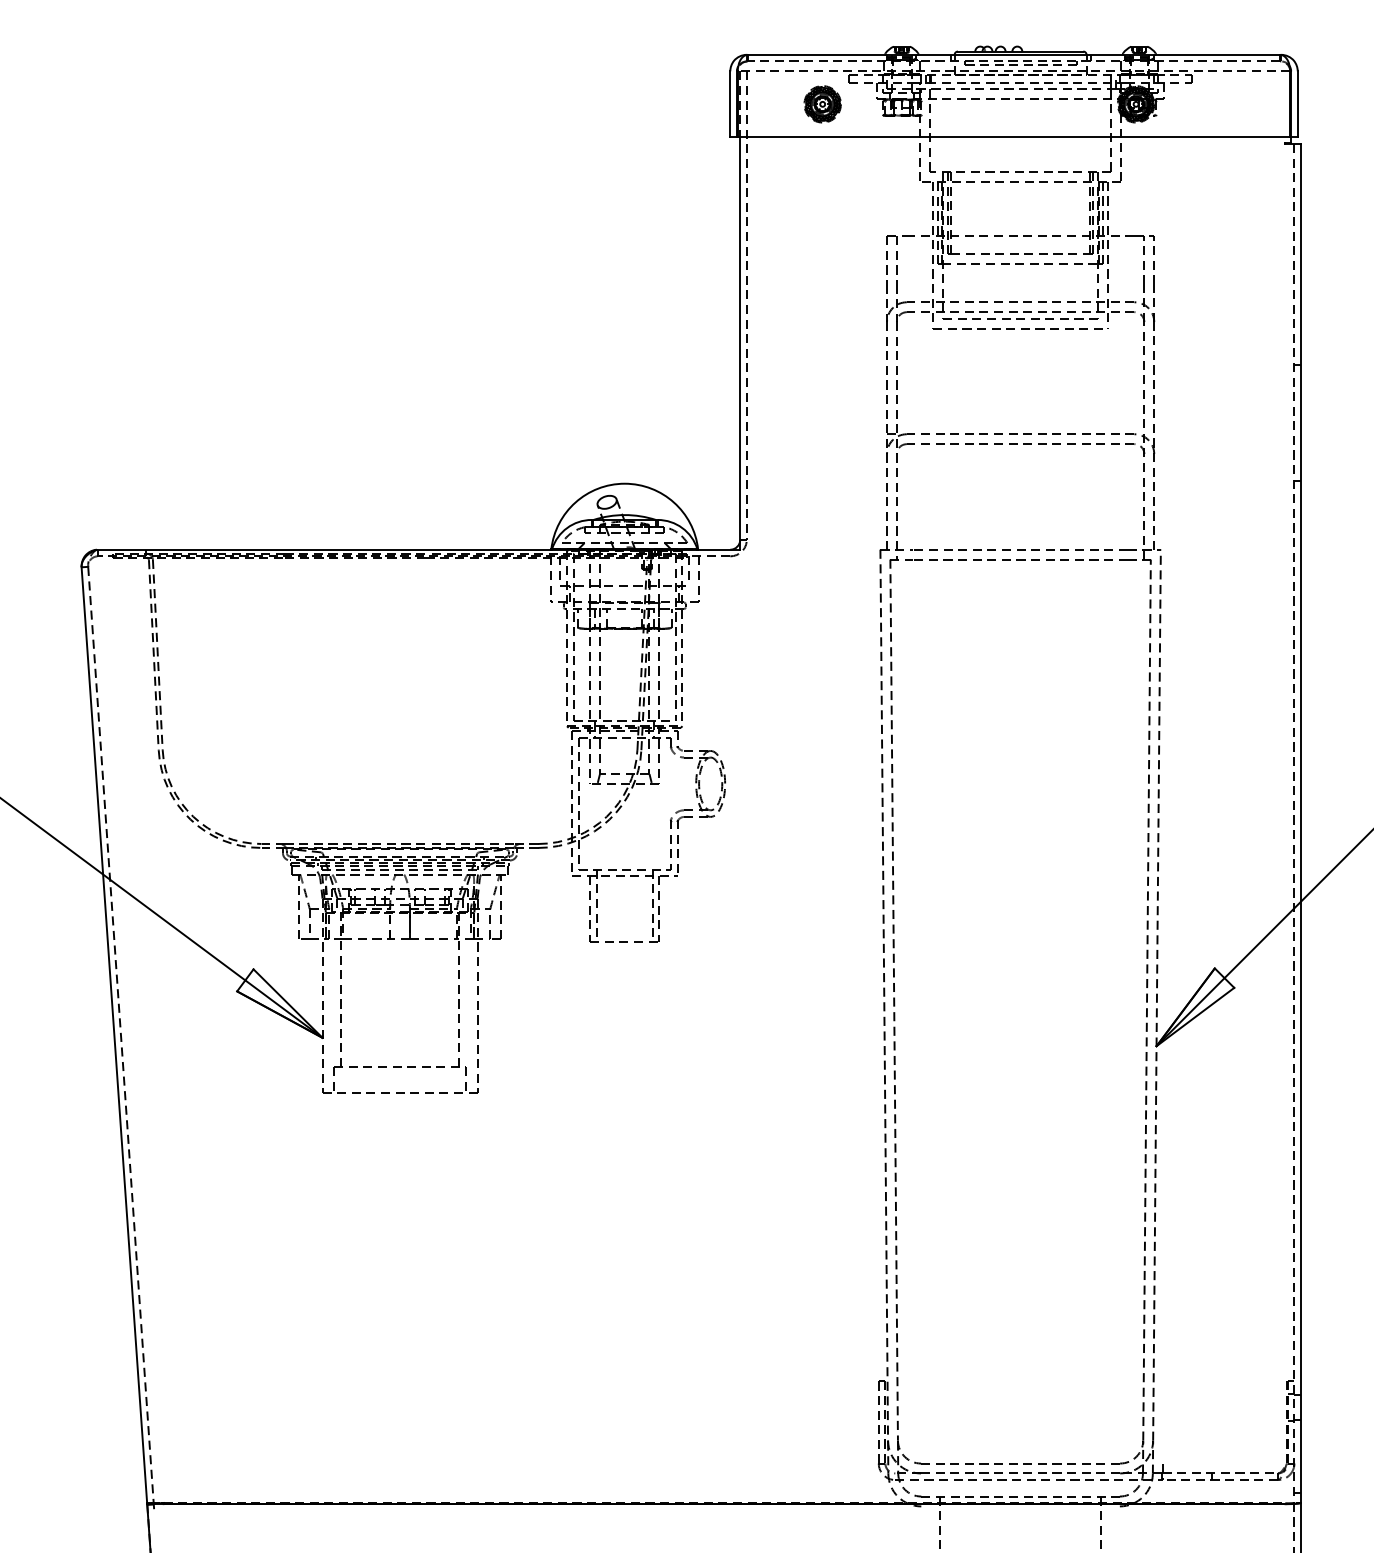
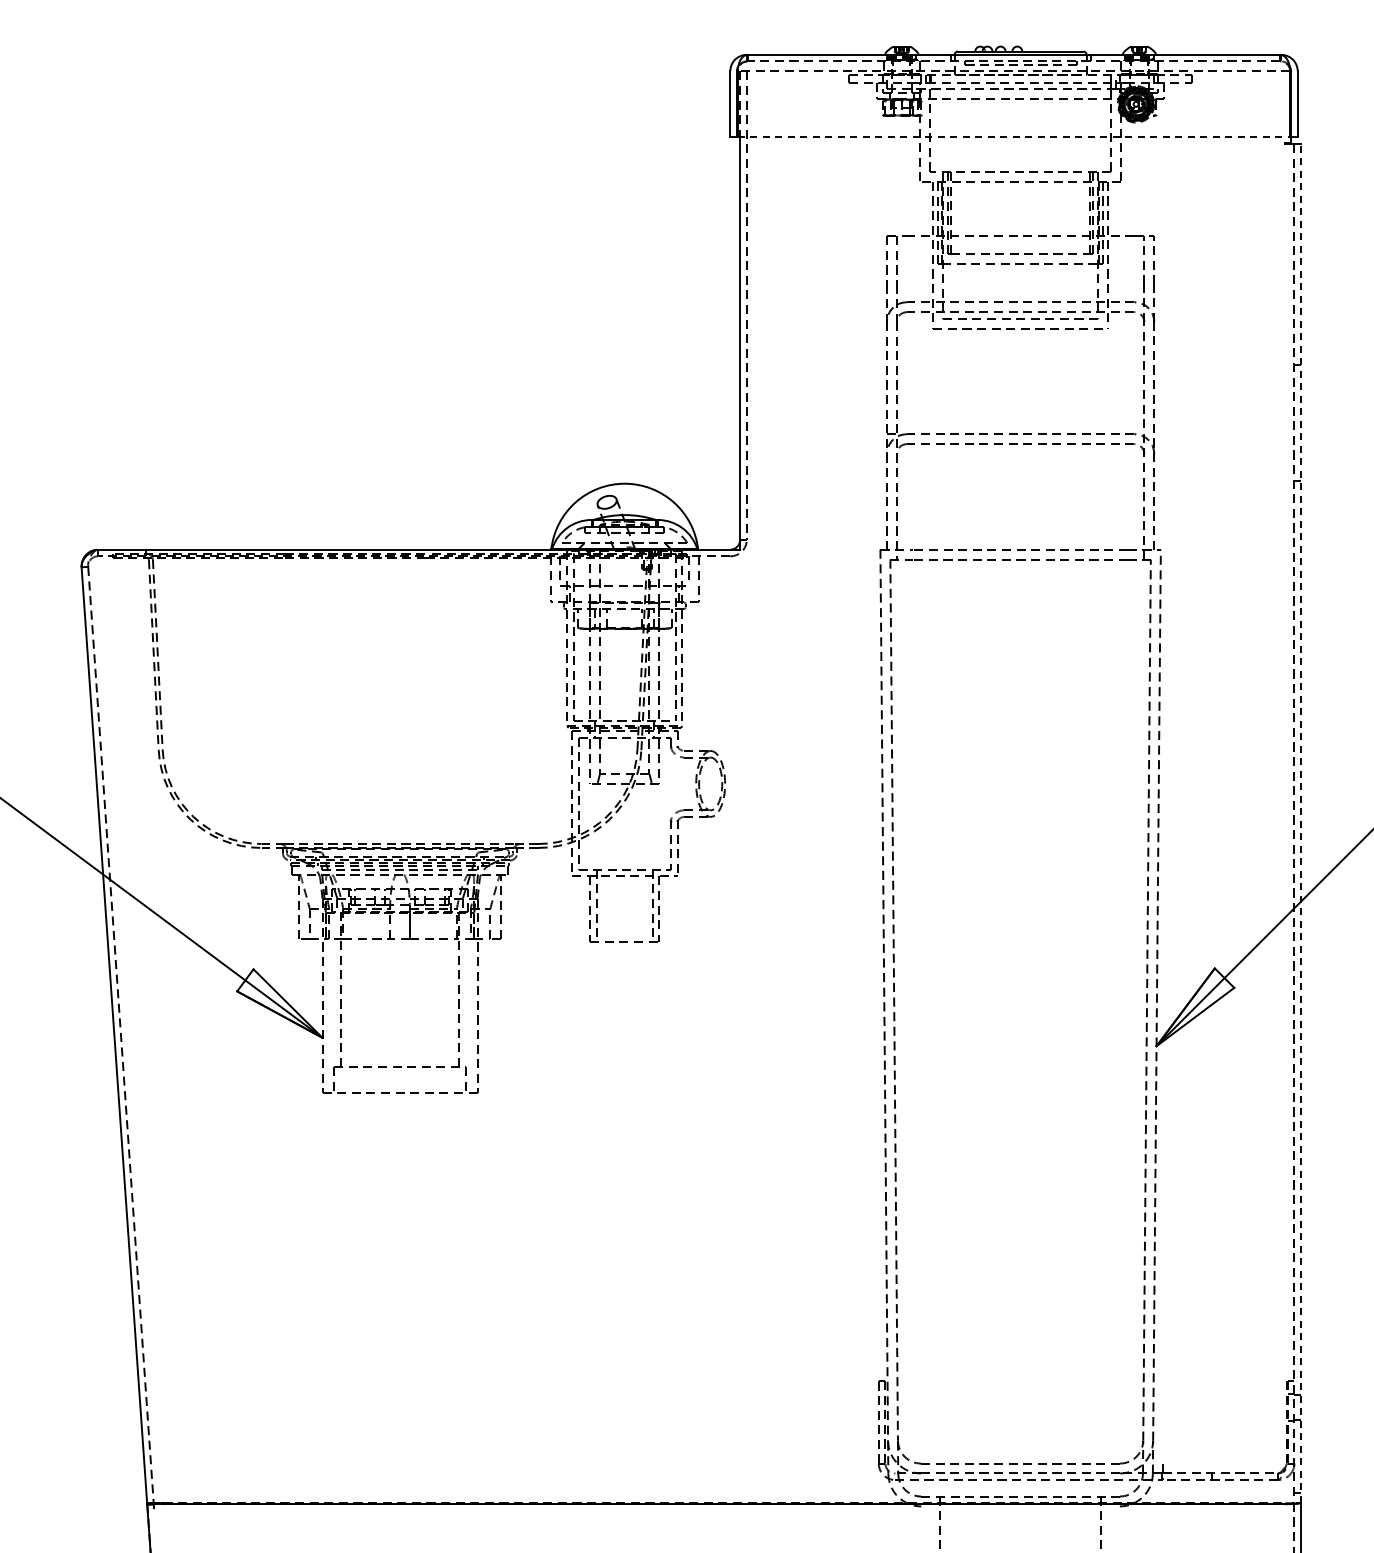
part at (822, 104): present -> none
line at (1014, 137): solid -> dashed
line at (1301, 822): solid -> dashed
